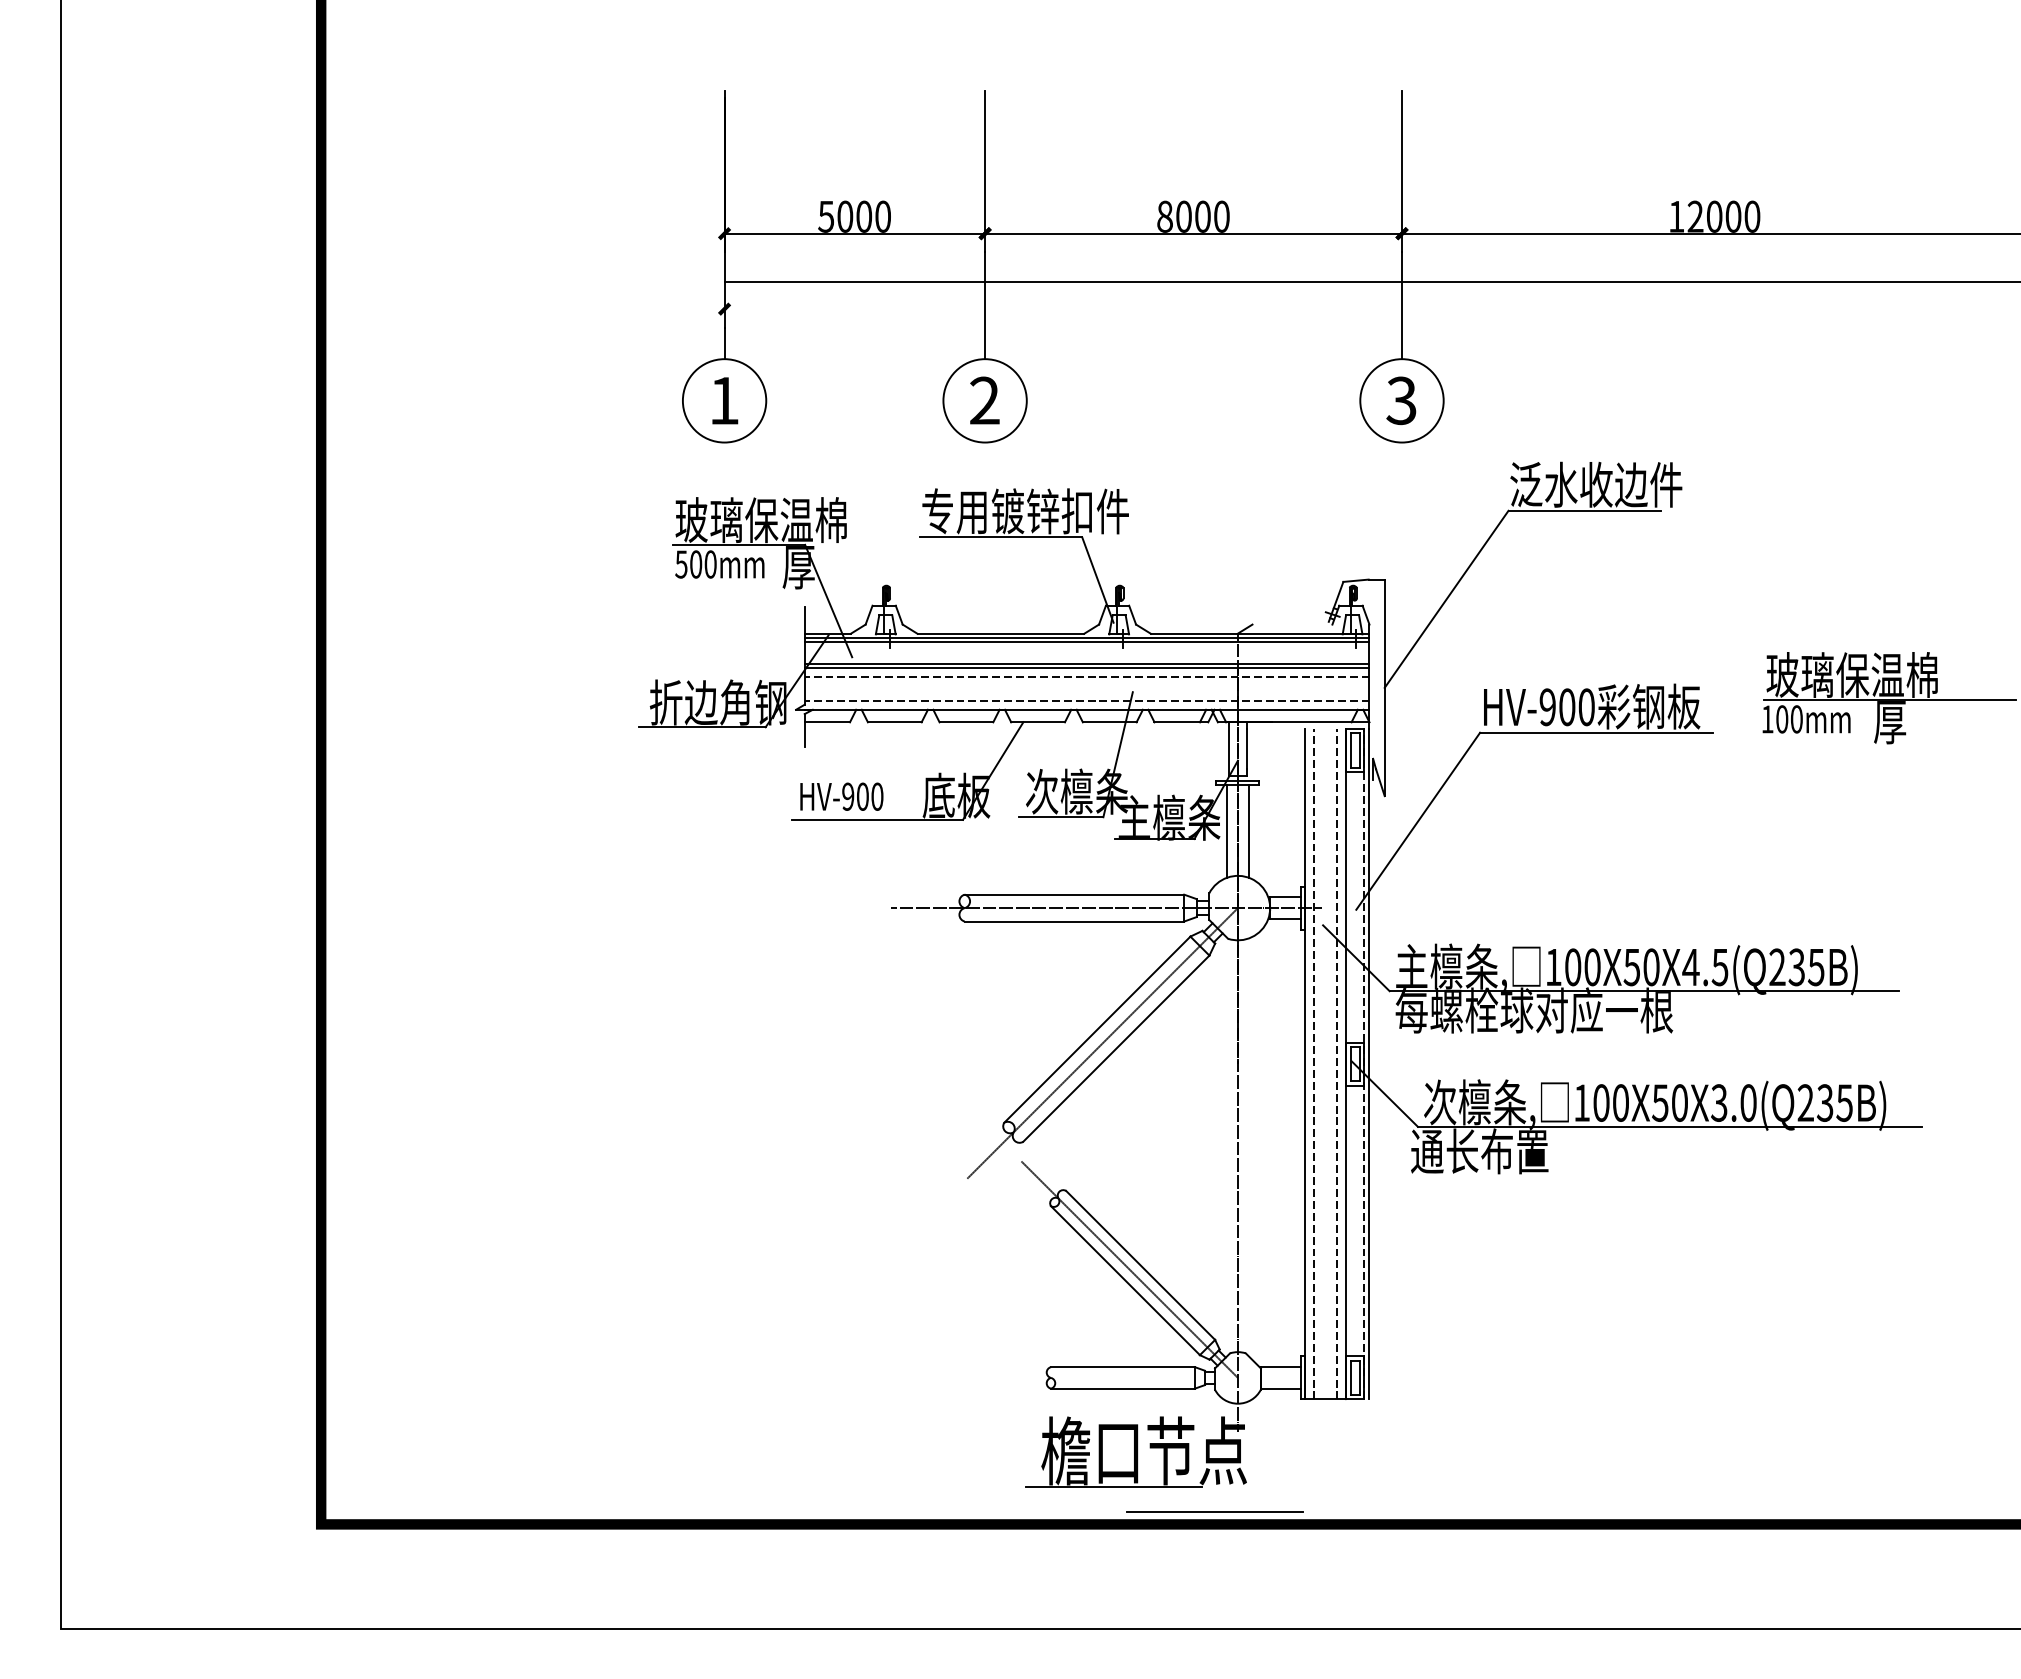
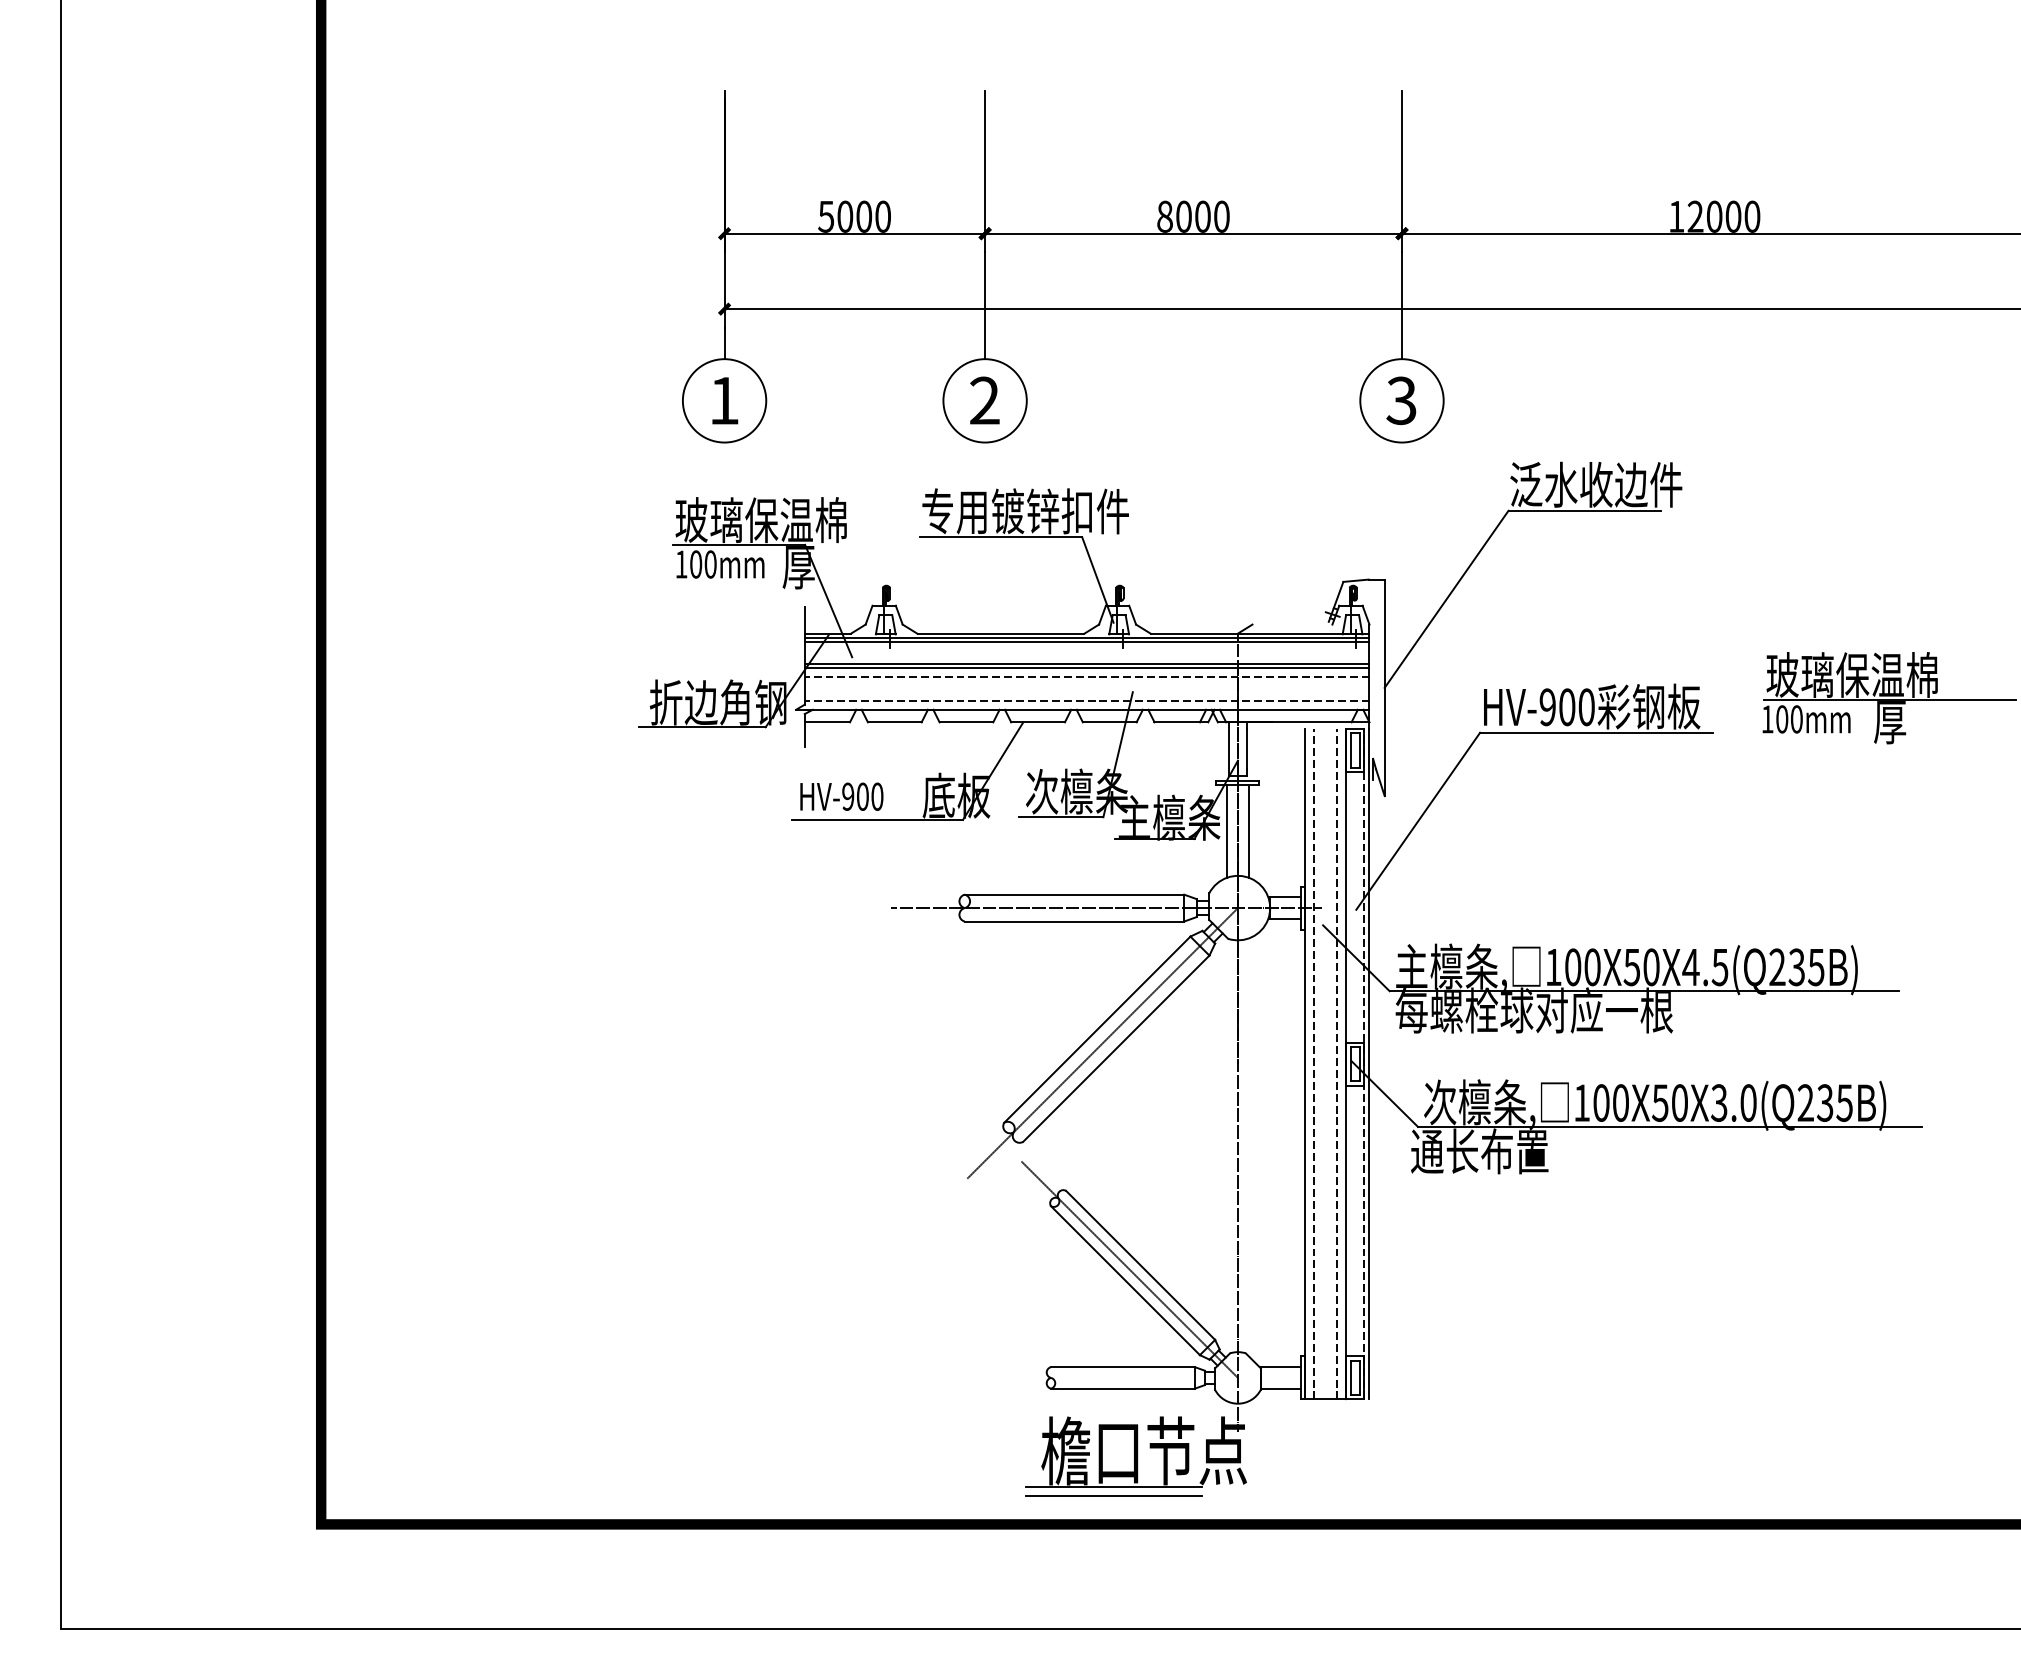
line at (1370, 282) position: (1370, 282) -> (1370, 309)
text at (681, 564): 500mm -> 100mm
line at (1214, 1511) position: (1214, 1511) -> (1113, 1495)
